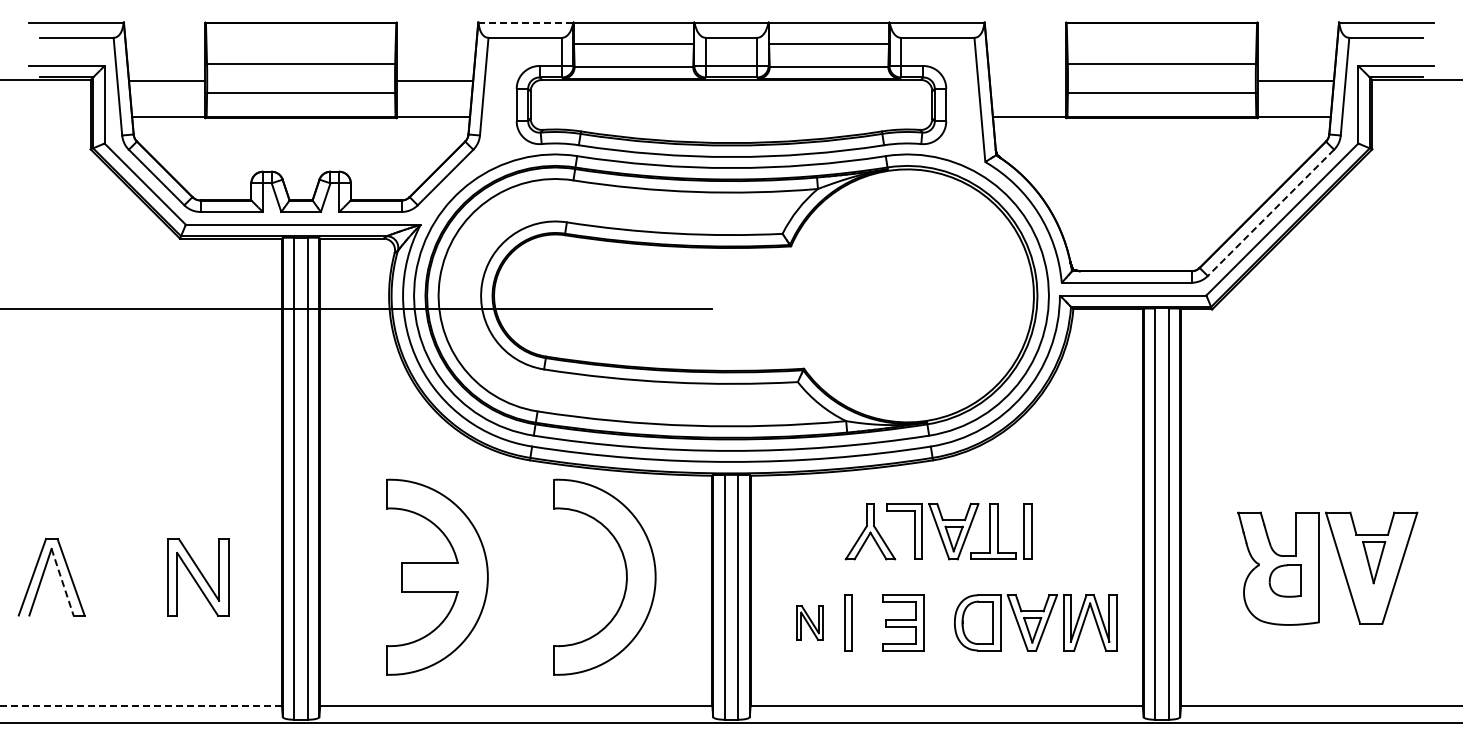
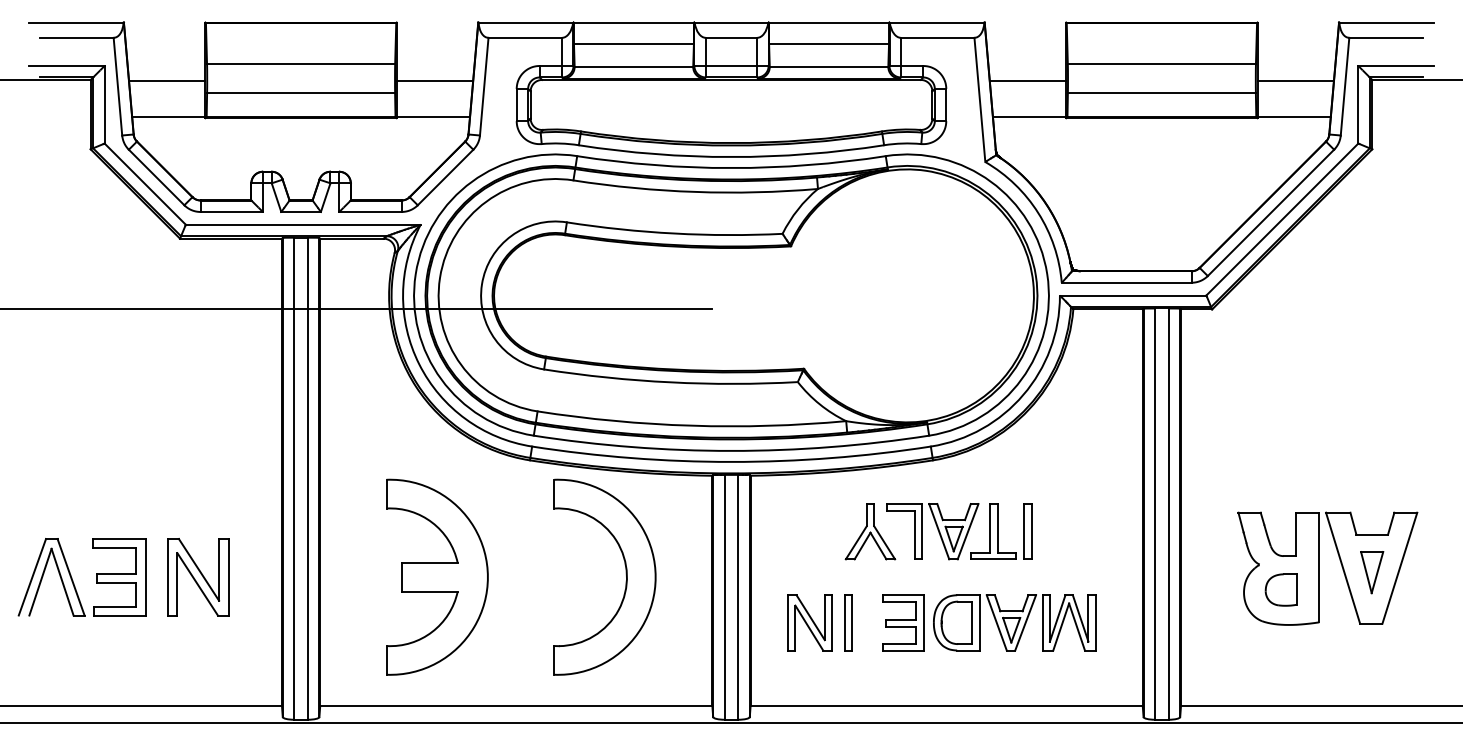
line at (525, 22): dashed -> solid
line at (1027, 81): none -> present
line at (1270, 213): dashed -> solid
part at (1374, 562) position: (1374, 562) -> (1372, 572)
part at (119, 577): none -> present
part at (1284, 580) position: (1284, 580) -> (1280, 589)
line at (62, 582): dashed -> solid
part at (809, 622) size: 28x36 px -> 46x58 px
part at (1035, 622) position: (1035, 622) -> (1014, 622)
line at (140, 705): dashed -> solid
